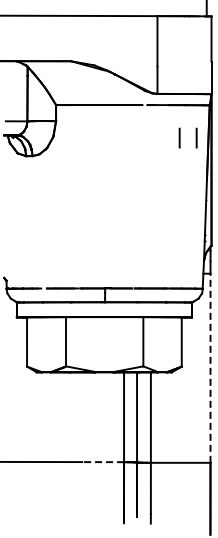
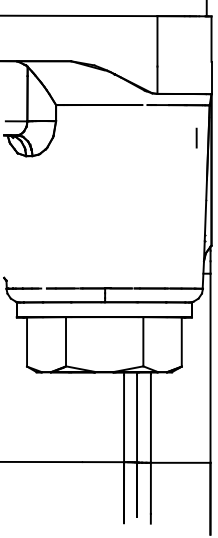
line at (179, 137): present -> none
line at (210, 368): dashed -> solid
line at (103, 462): dashed -> solid
